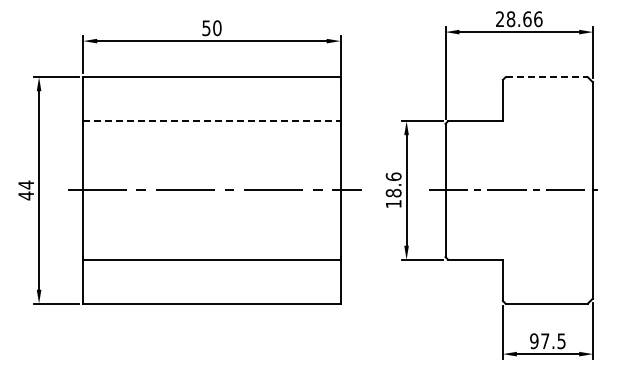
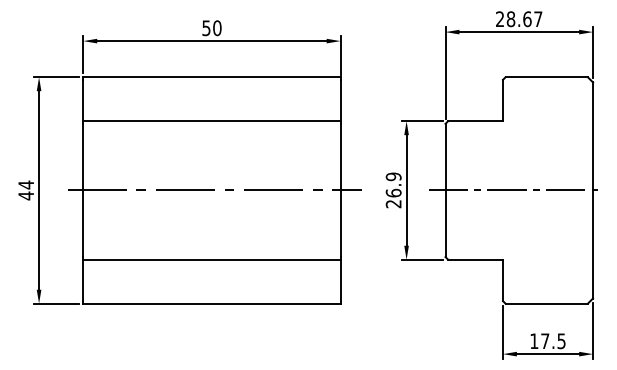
text at (538, 19): 28.66 -> 28.67
line at (547, 77): dashed -> solid
line at (211, 121): dashed -> solid
text at (393, 190): 18.6 -> 26.9
text at (534, 341): 97.5 -> 17.5
